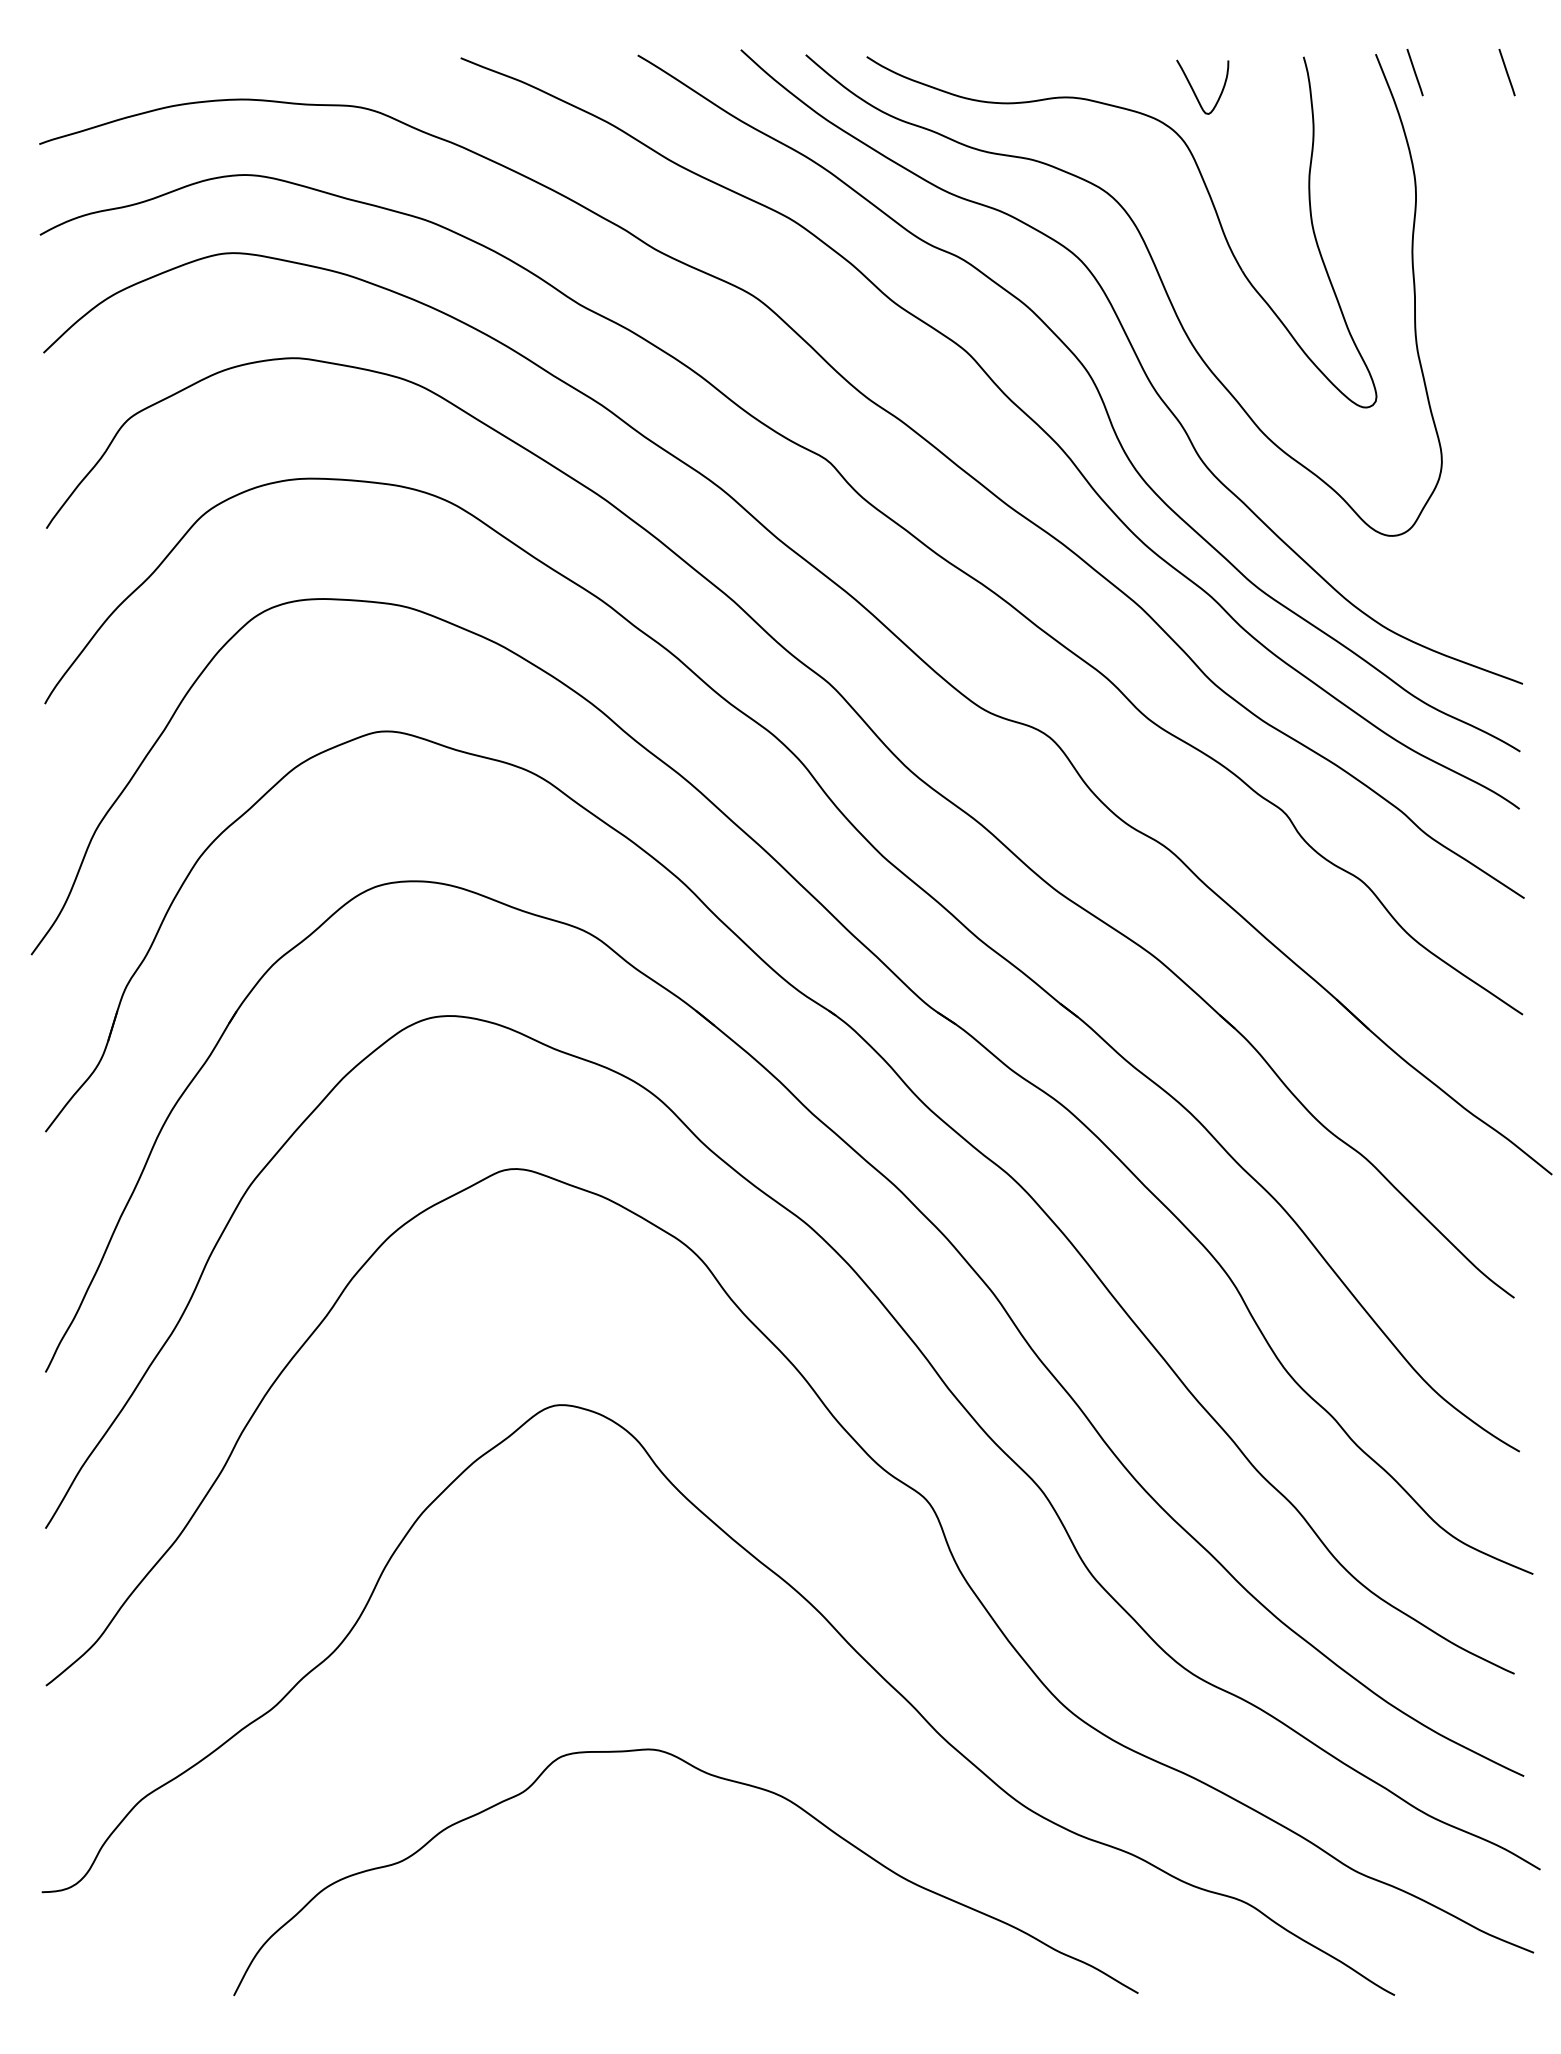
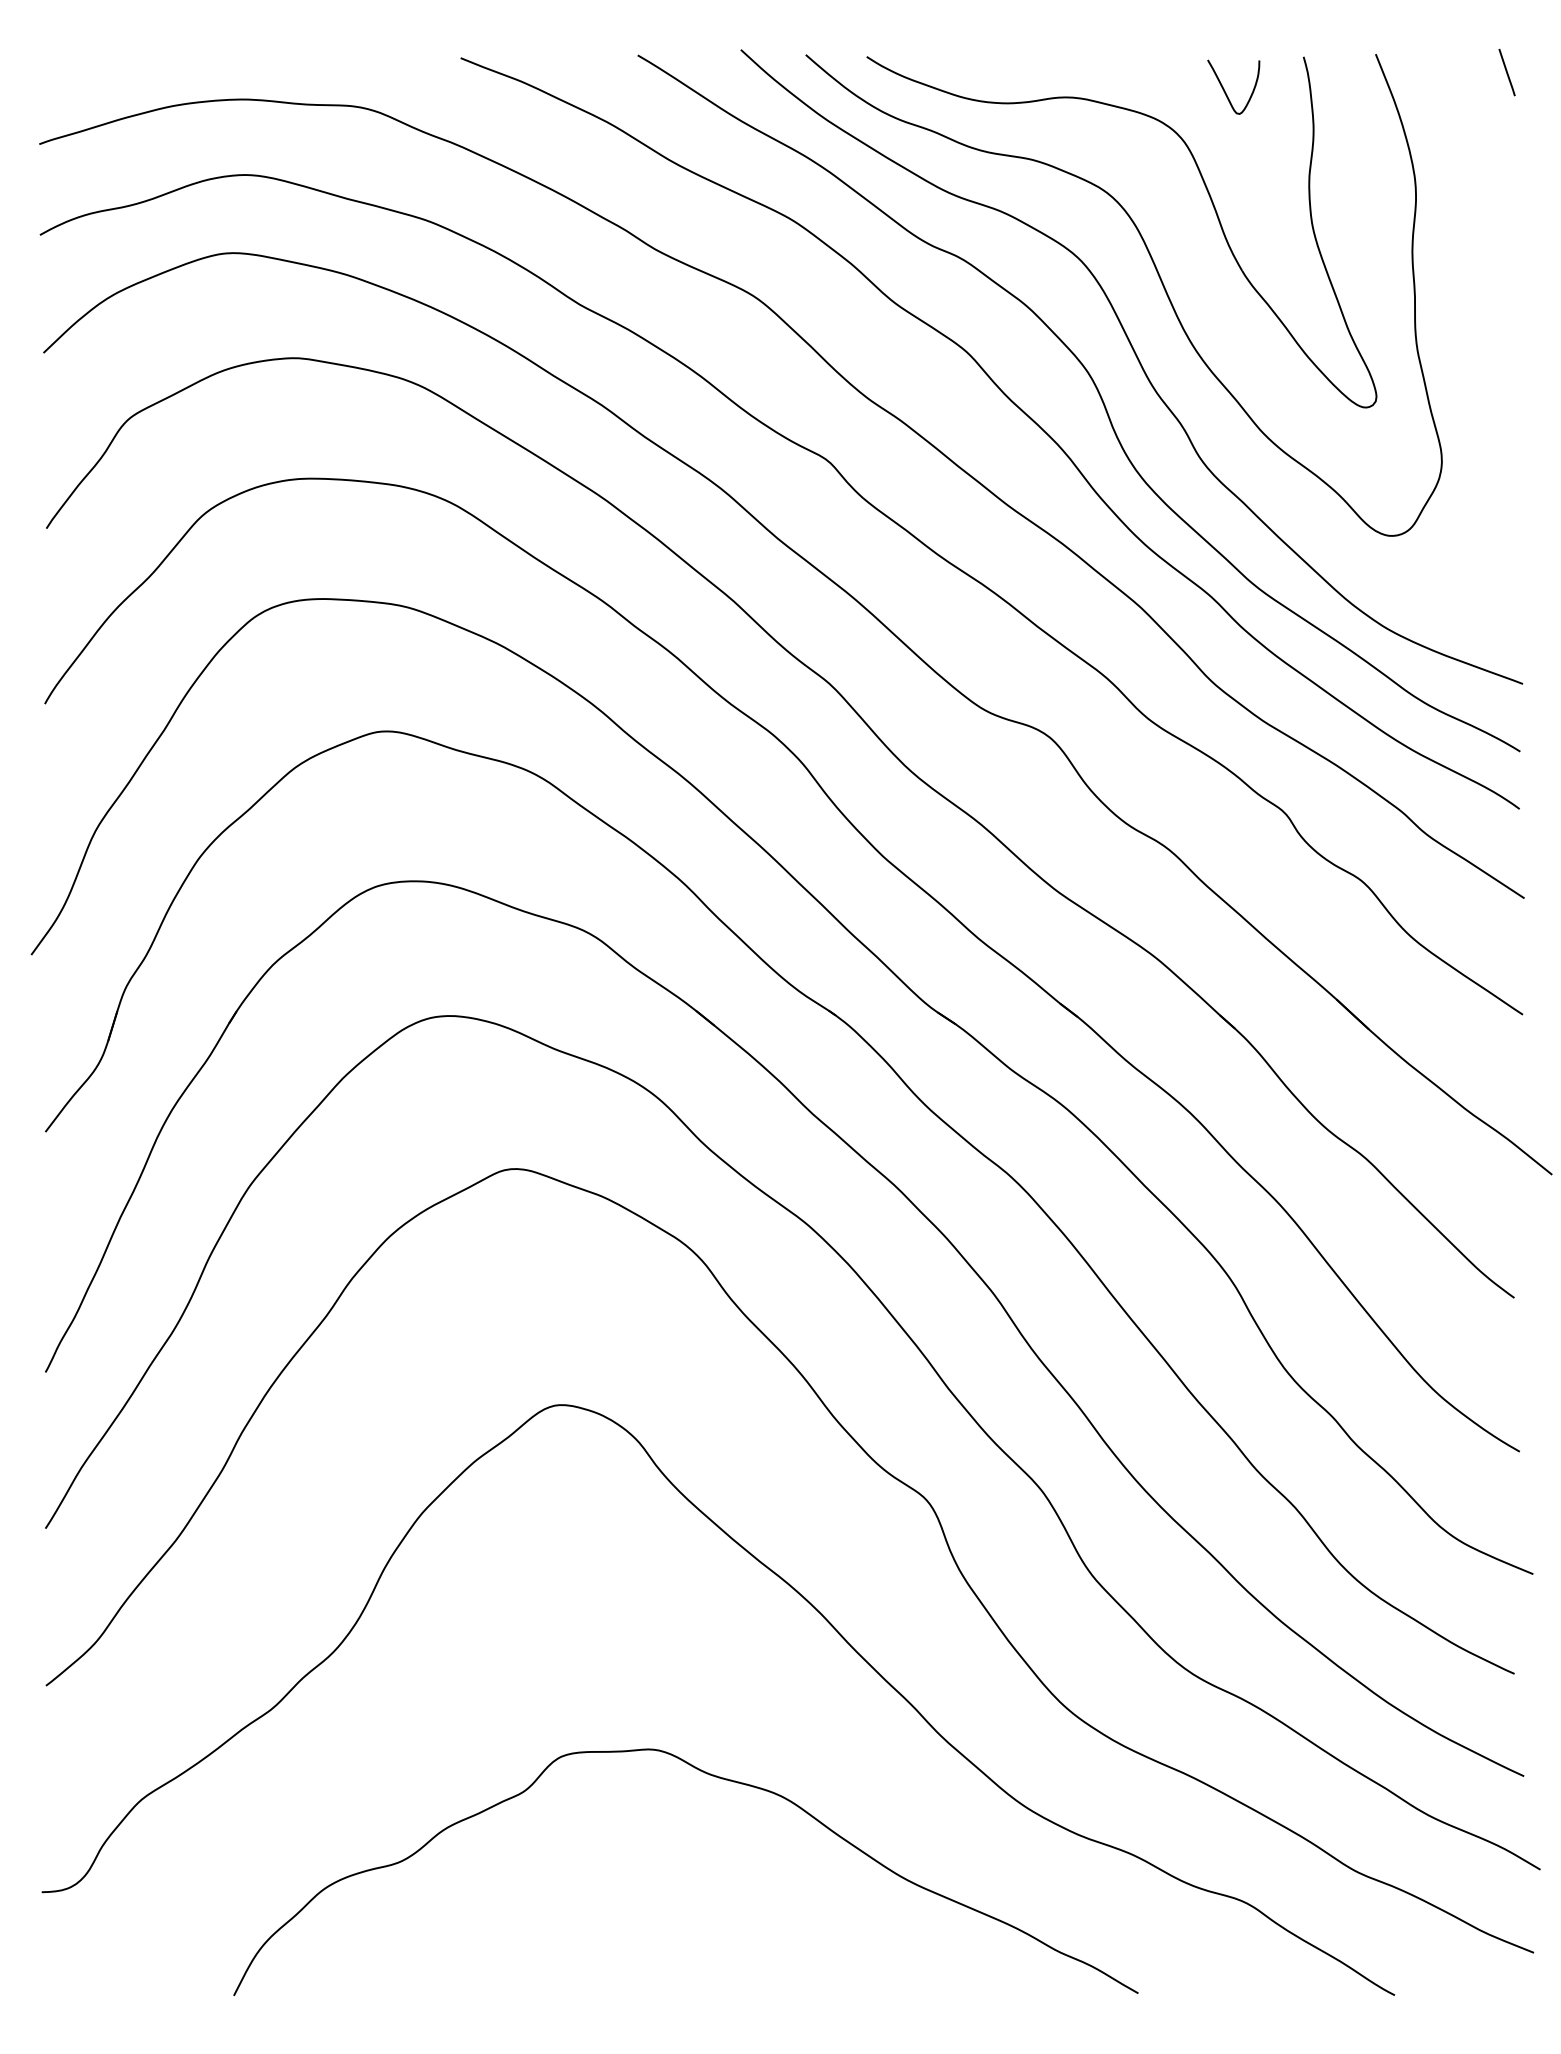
line at (1414, 72): present -> none
curve at (1194, 90) position: (1194, 90) -> (1225, 90)
